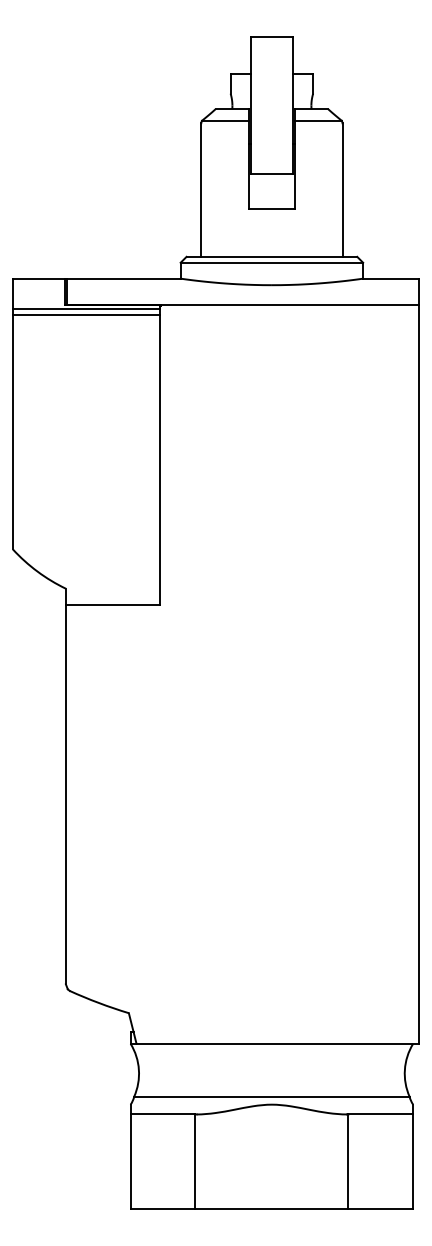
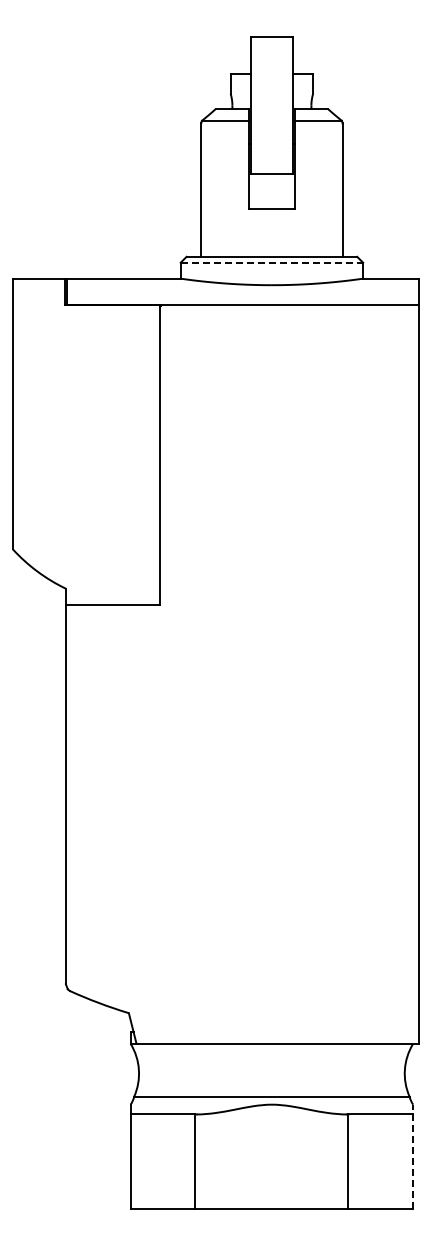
line at (272, 262): solid -> dashed
line at (86, 309): present -> none
line at (86, 314): present -> none
line at (413, 1156): solid -> dashed
